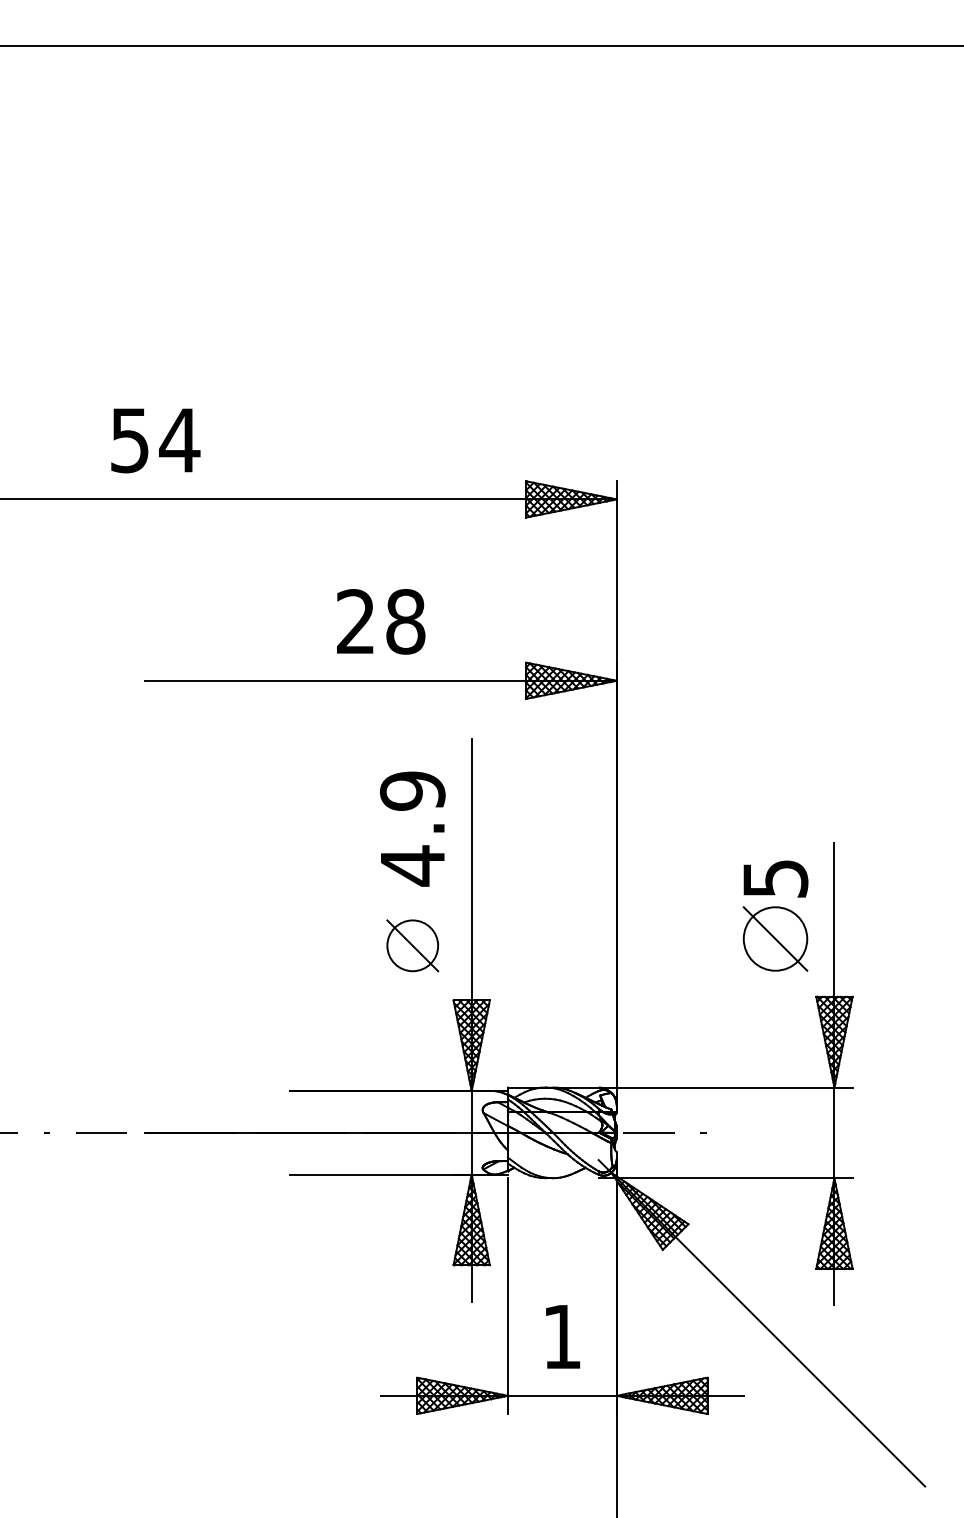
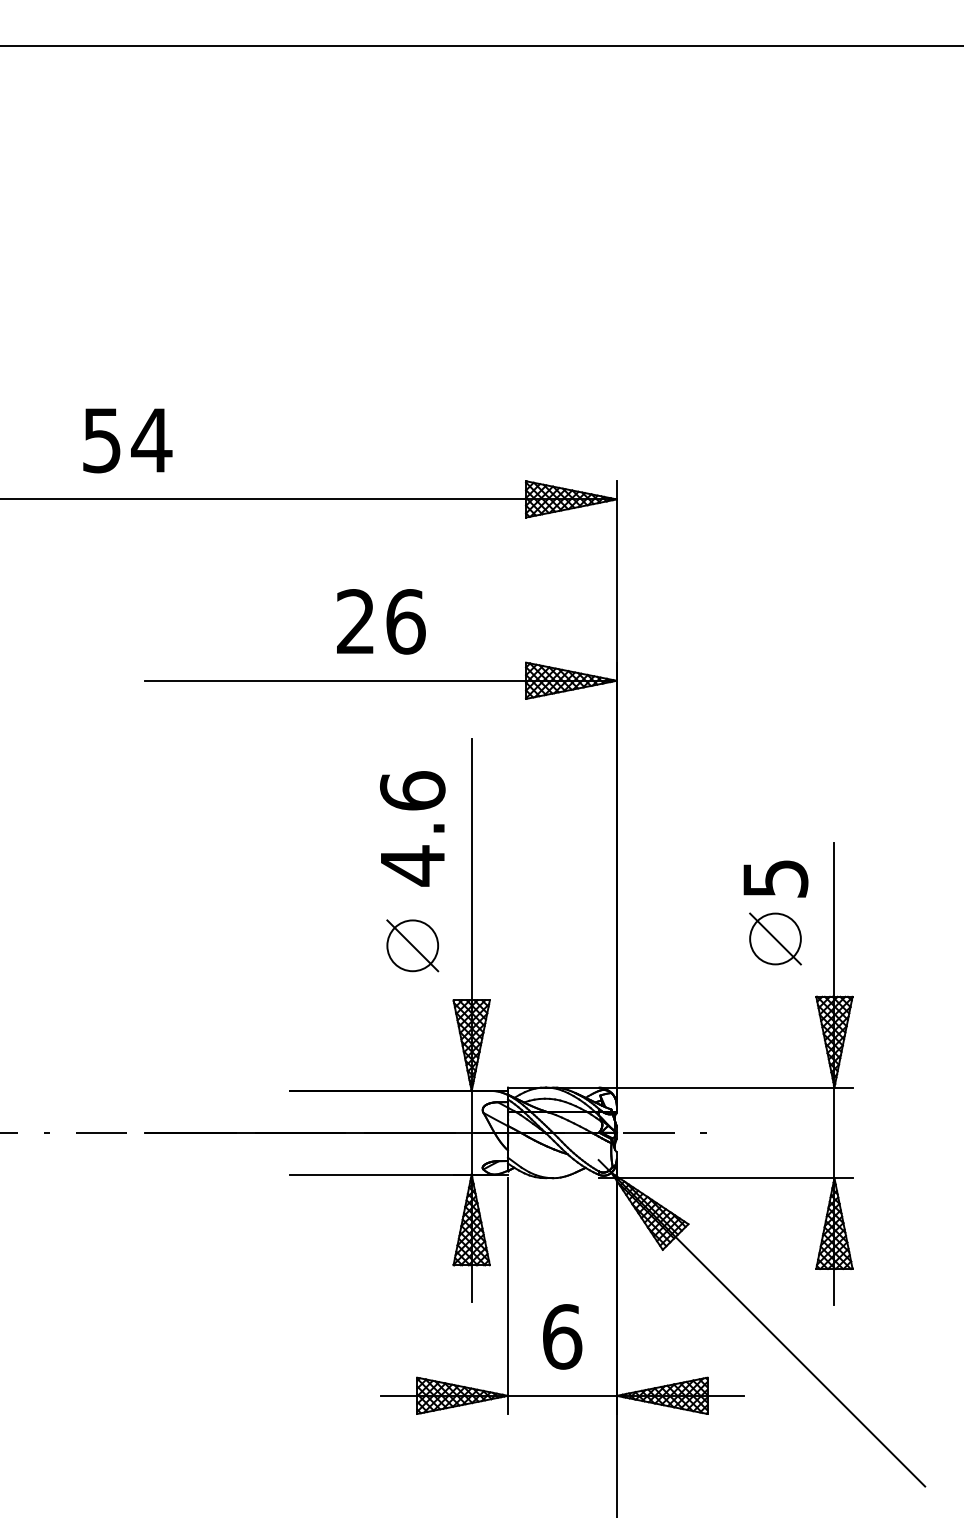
text at (155, 440) position: (155, 440) -> (127, 440)
text at (405, 621): 28 -> 26
text at (412, 790): 4.9 -> 4.6
part at (775, 938) size: 67x66 px -> 53x54 px
text at (562, 1336): 1 -> 6
